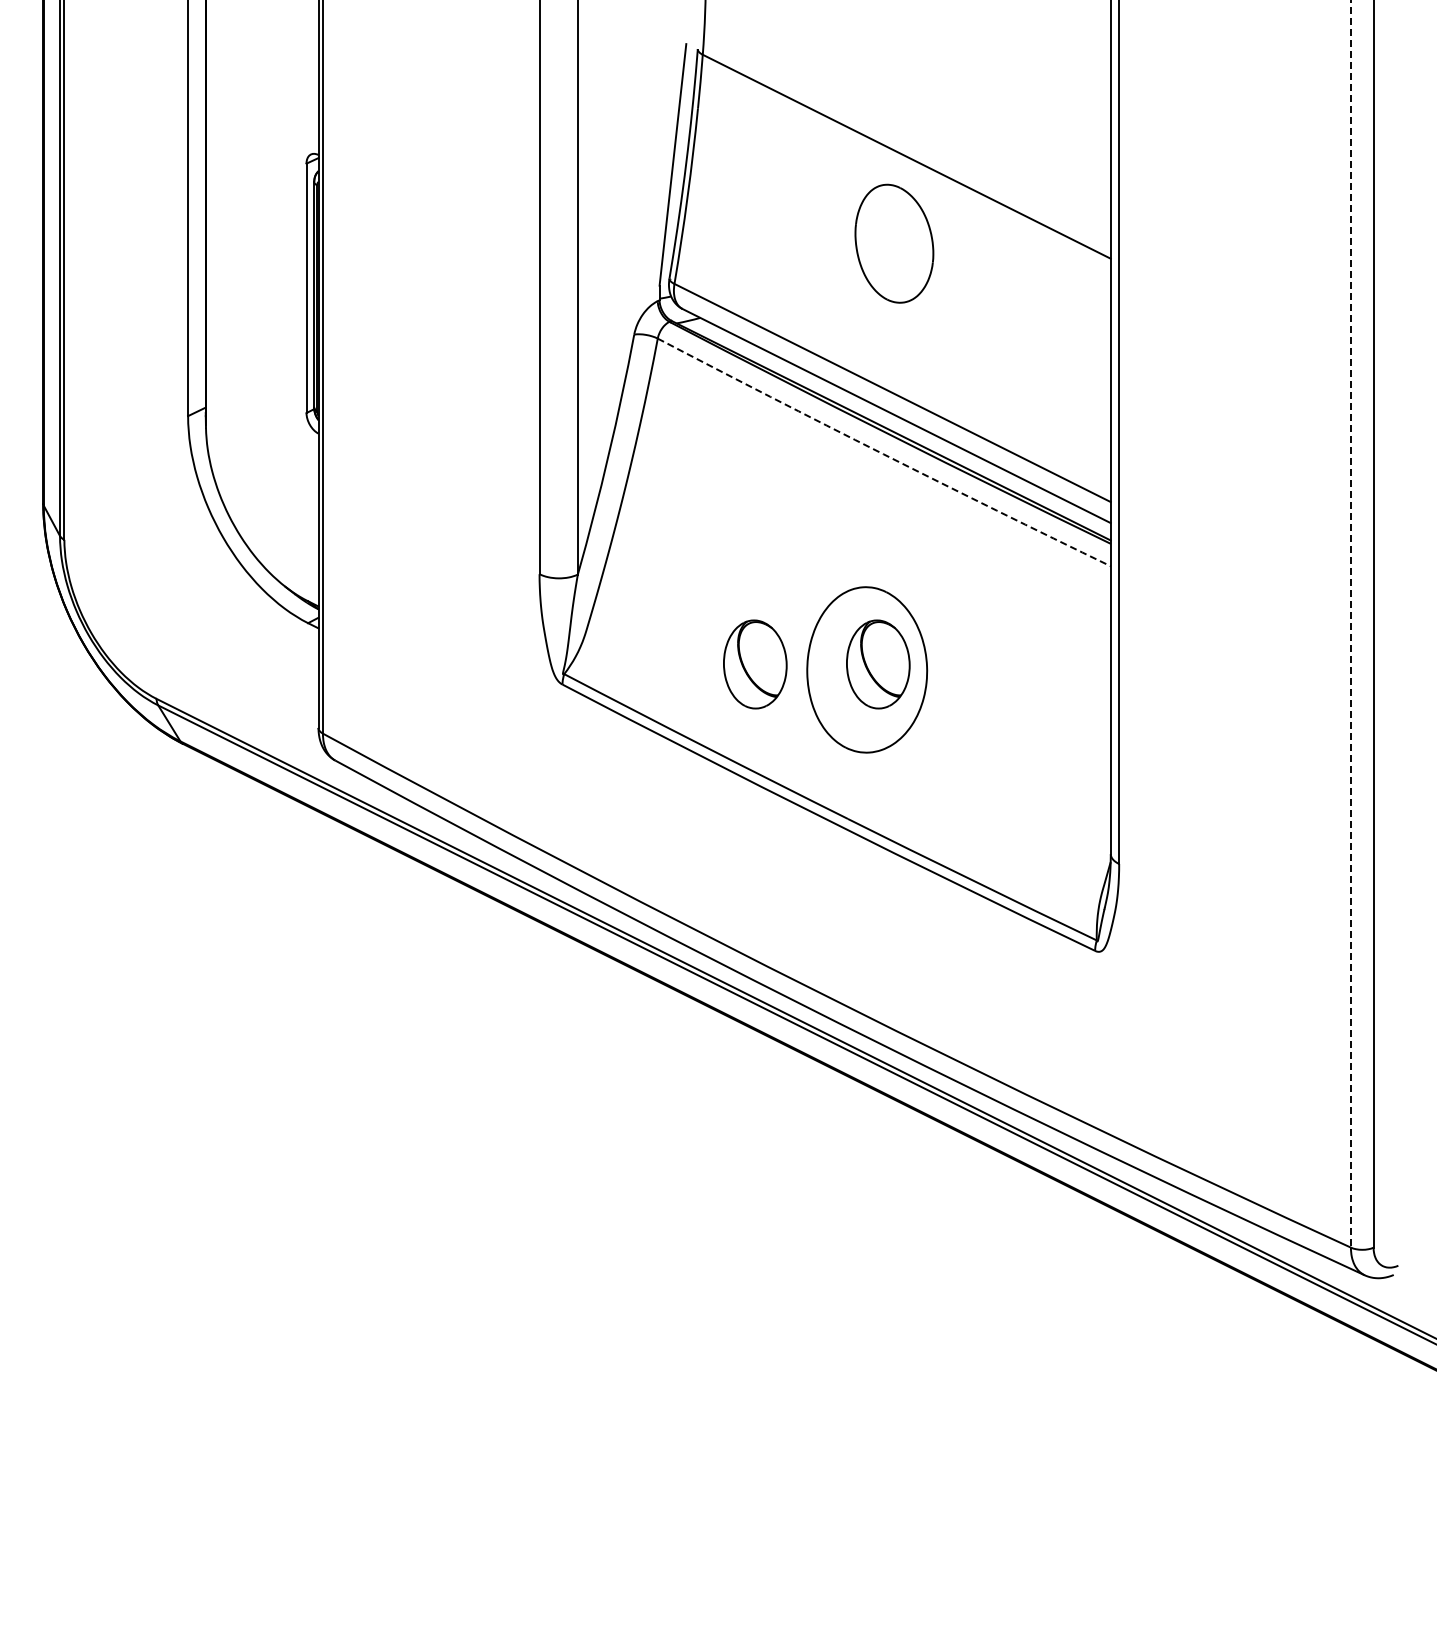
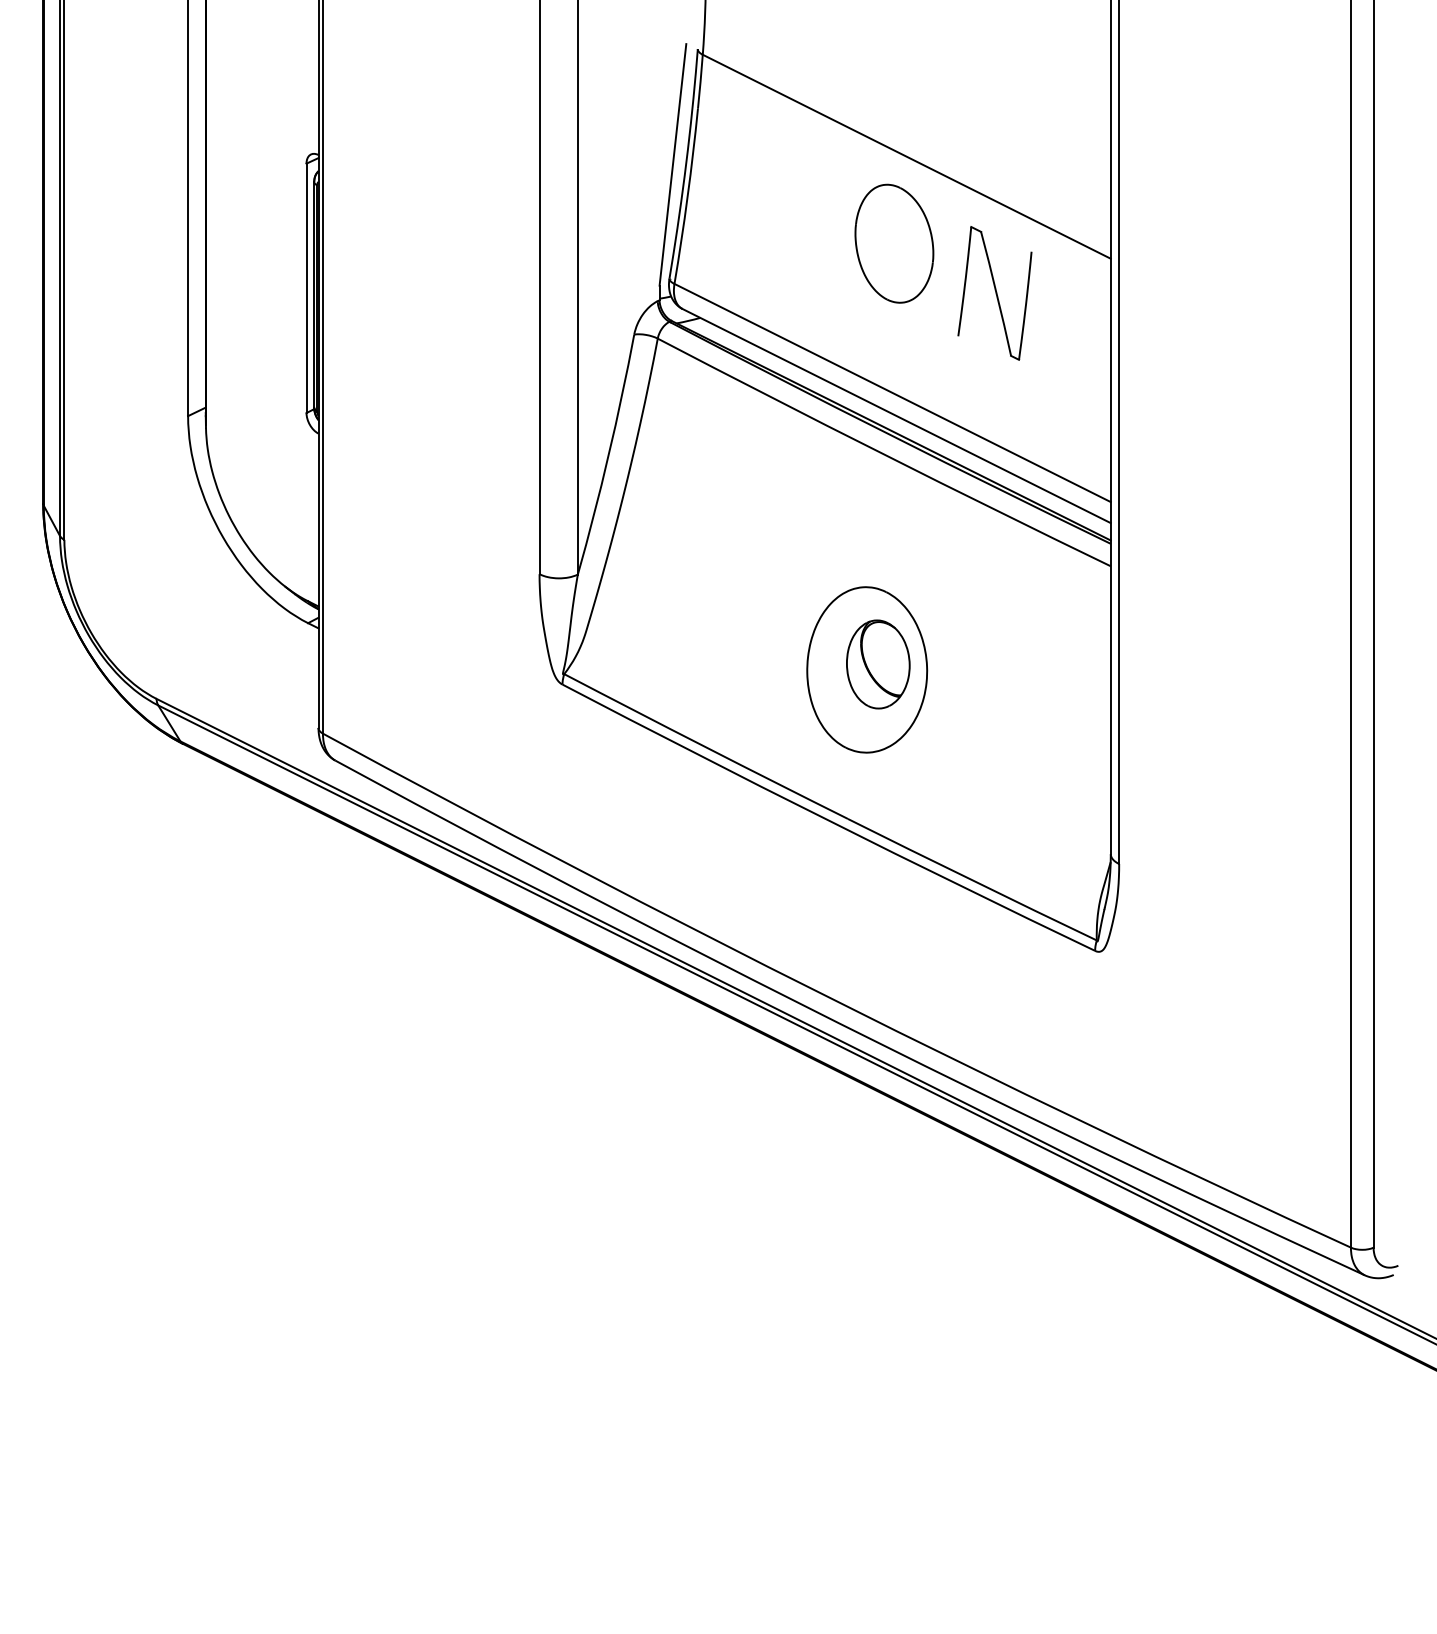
part at (994, 293): none -> present
arc at (883, 454): dashed -> solid
line at (1350, 624): dashed -> solid
part at (755, 664): present -> none
